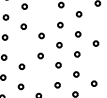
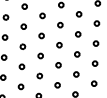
circle at (42, 15): none -> present
circle at (96, 23): none -> present
part at (22, 46): none -> present
circle at (94, 63): none -> present
part at (39, 75): none -> present
